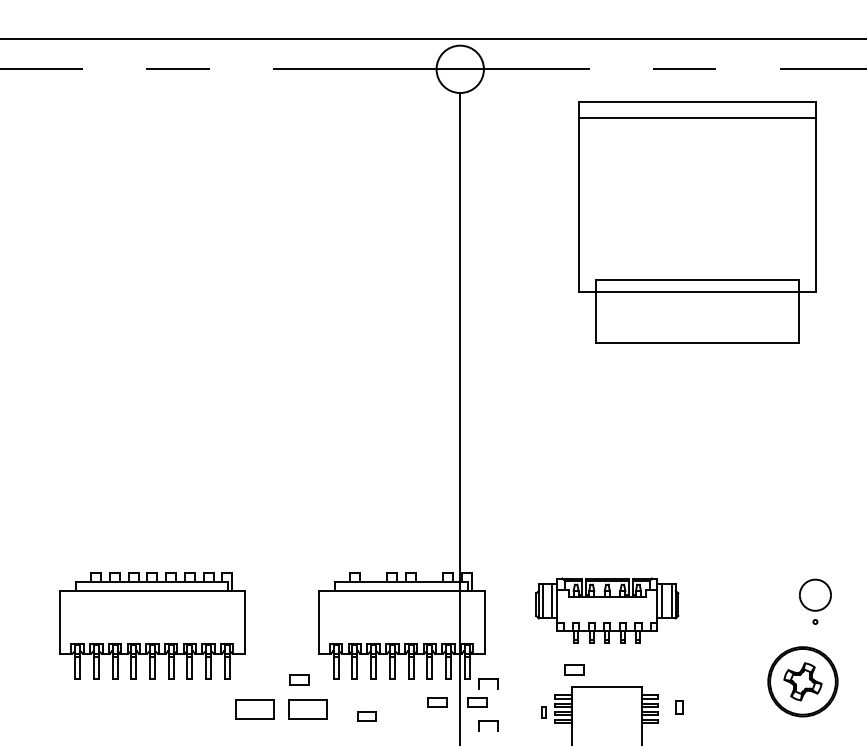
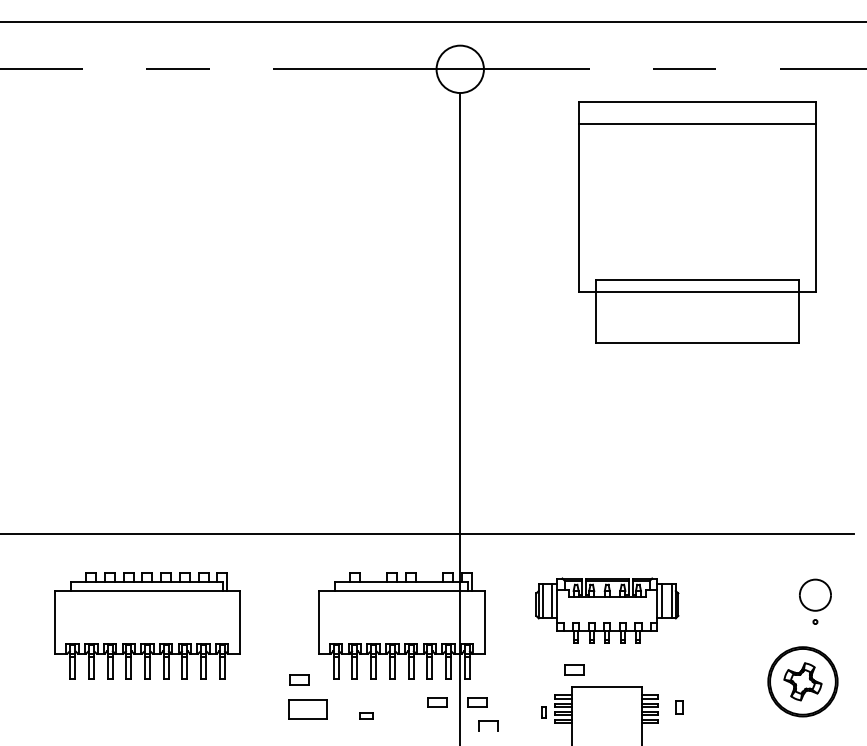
line at (432, 39) position: (432, 39) -> (432, 22)
line at (697, 117) position: (697, 117) -> (697, 123)
line at (428, 534): none -> present
part at (152, 625) position: (152, 625) -> (147, 625)
part at (488, 683): present -> none
part at (254, 709): present -> none
part at (366, 716) size: 20x11 px -> 15x8 px
